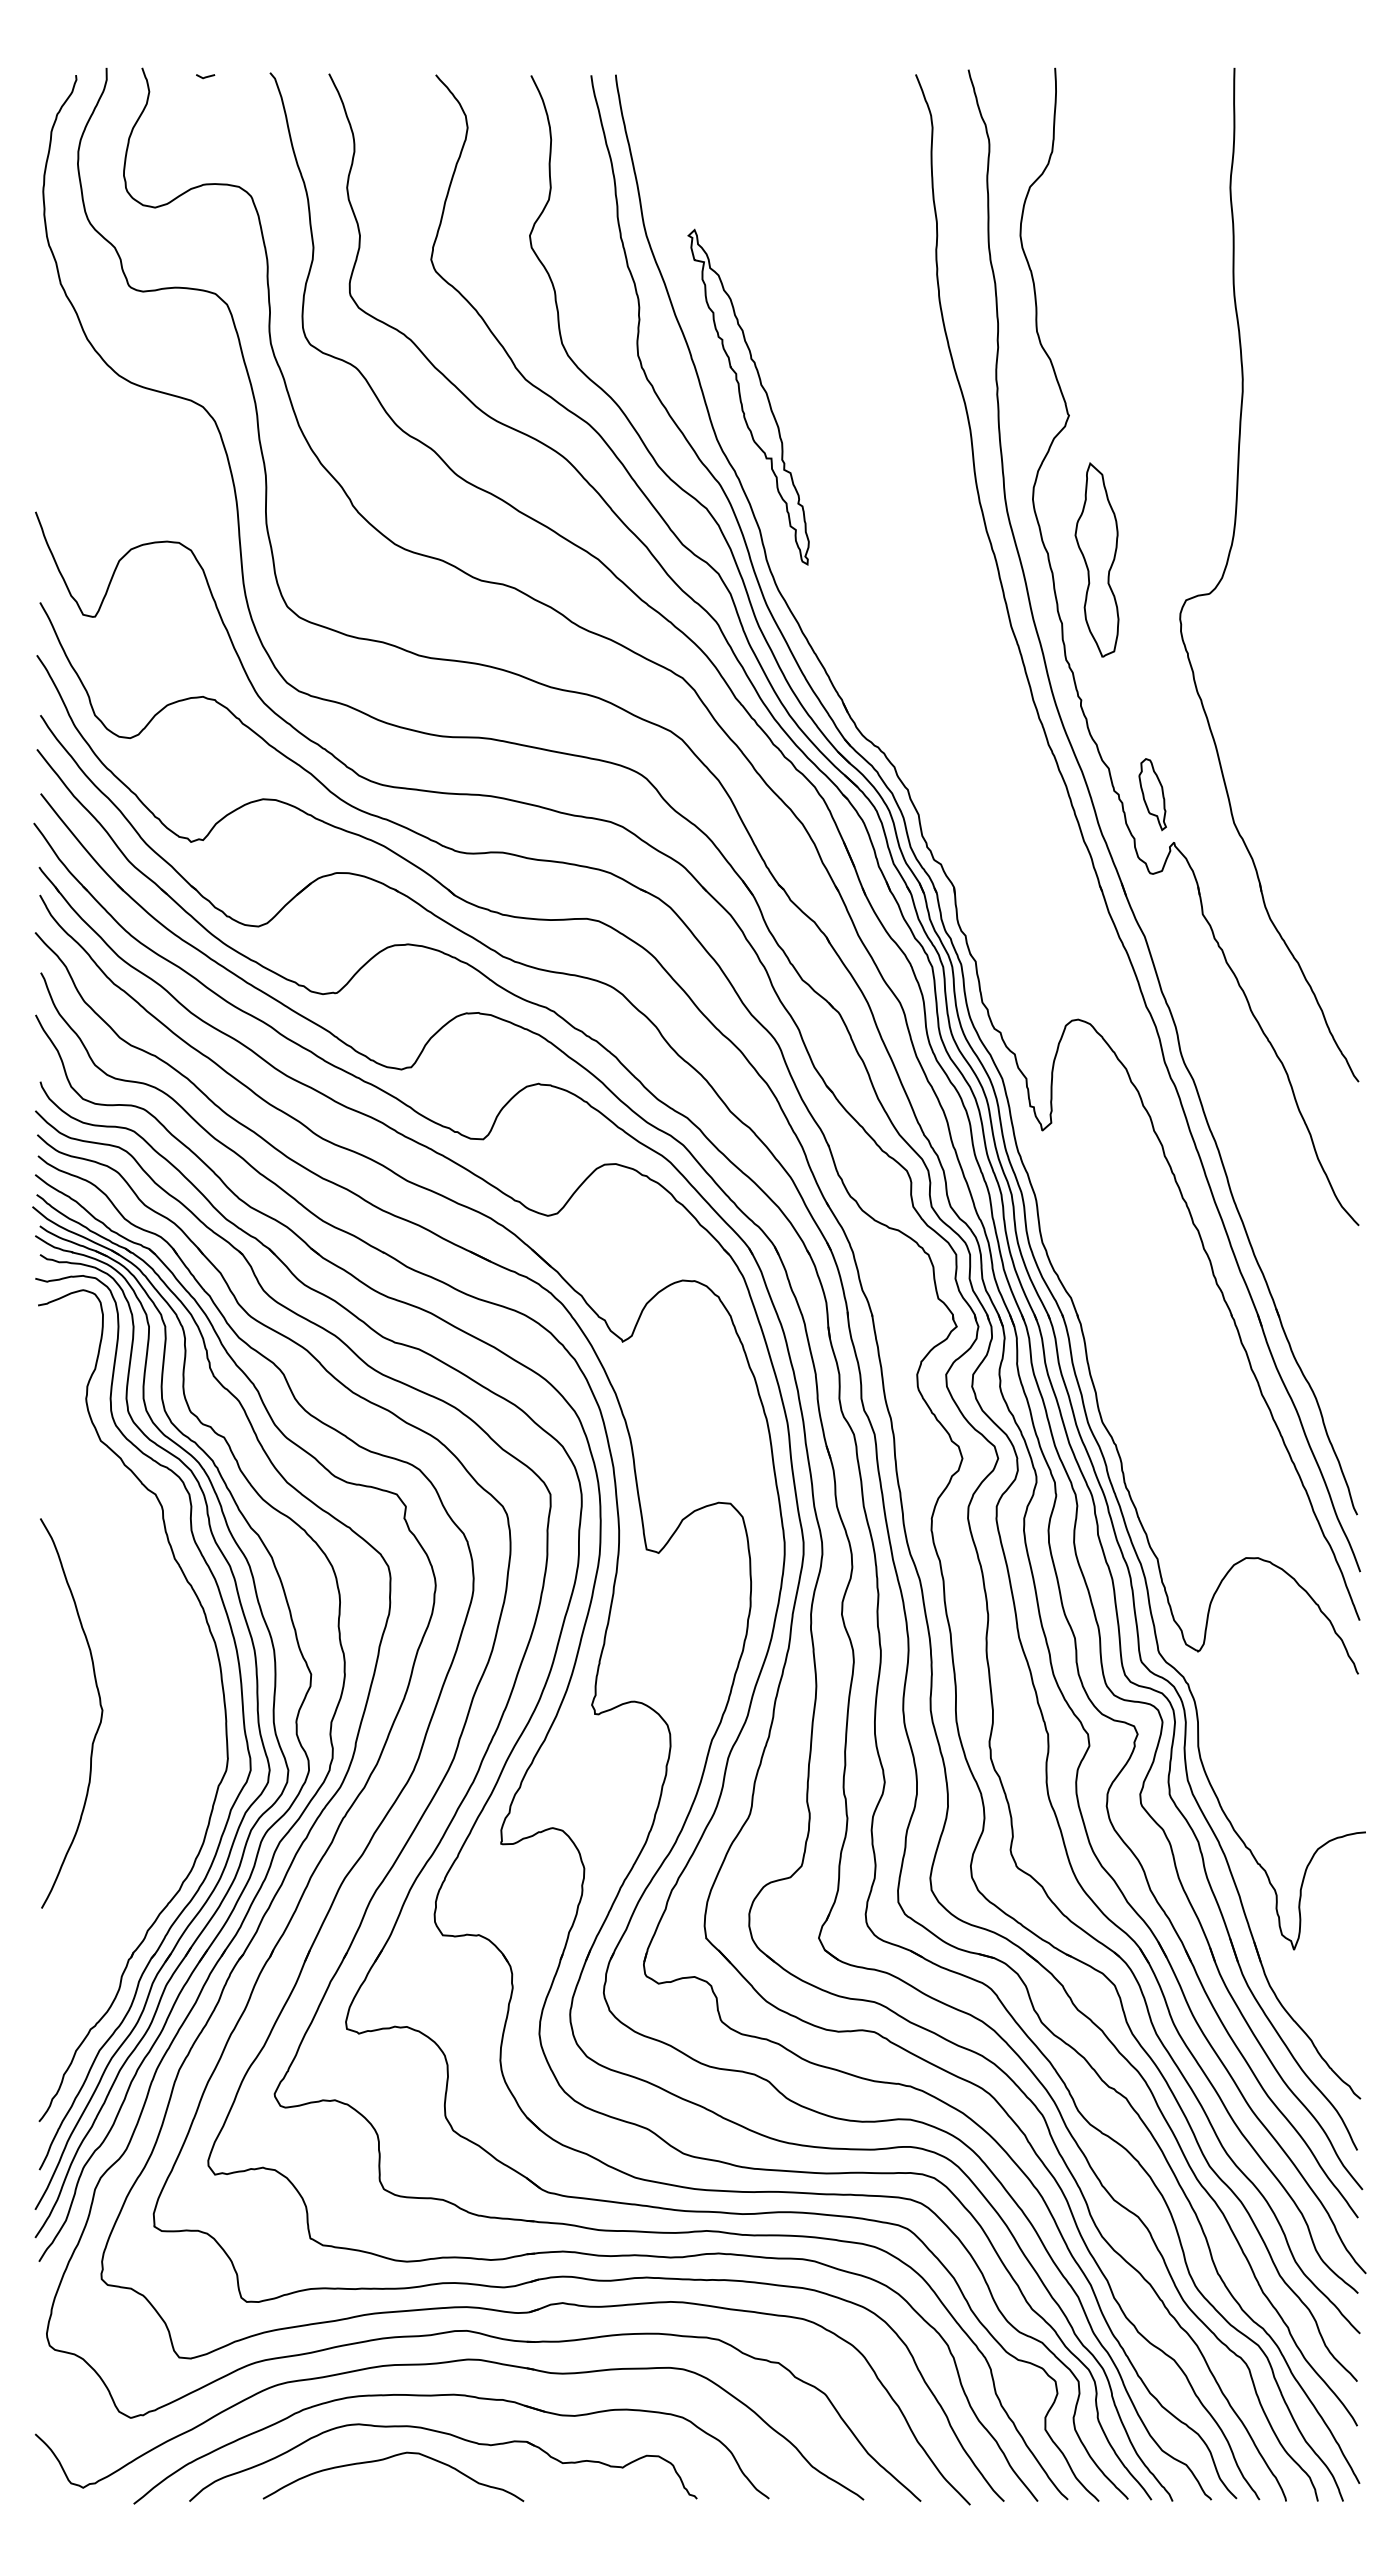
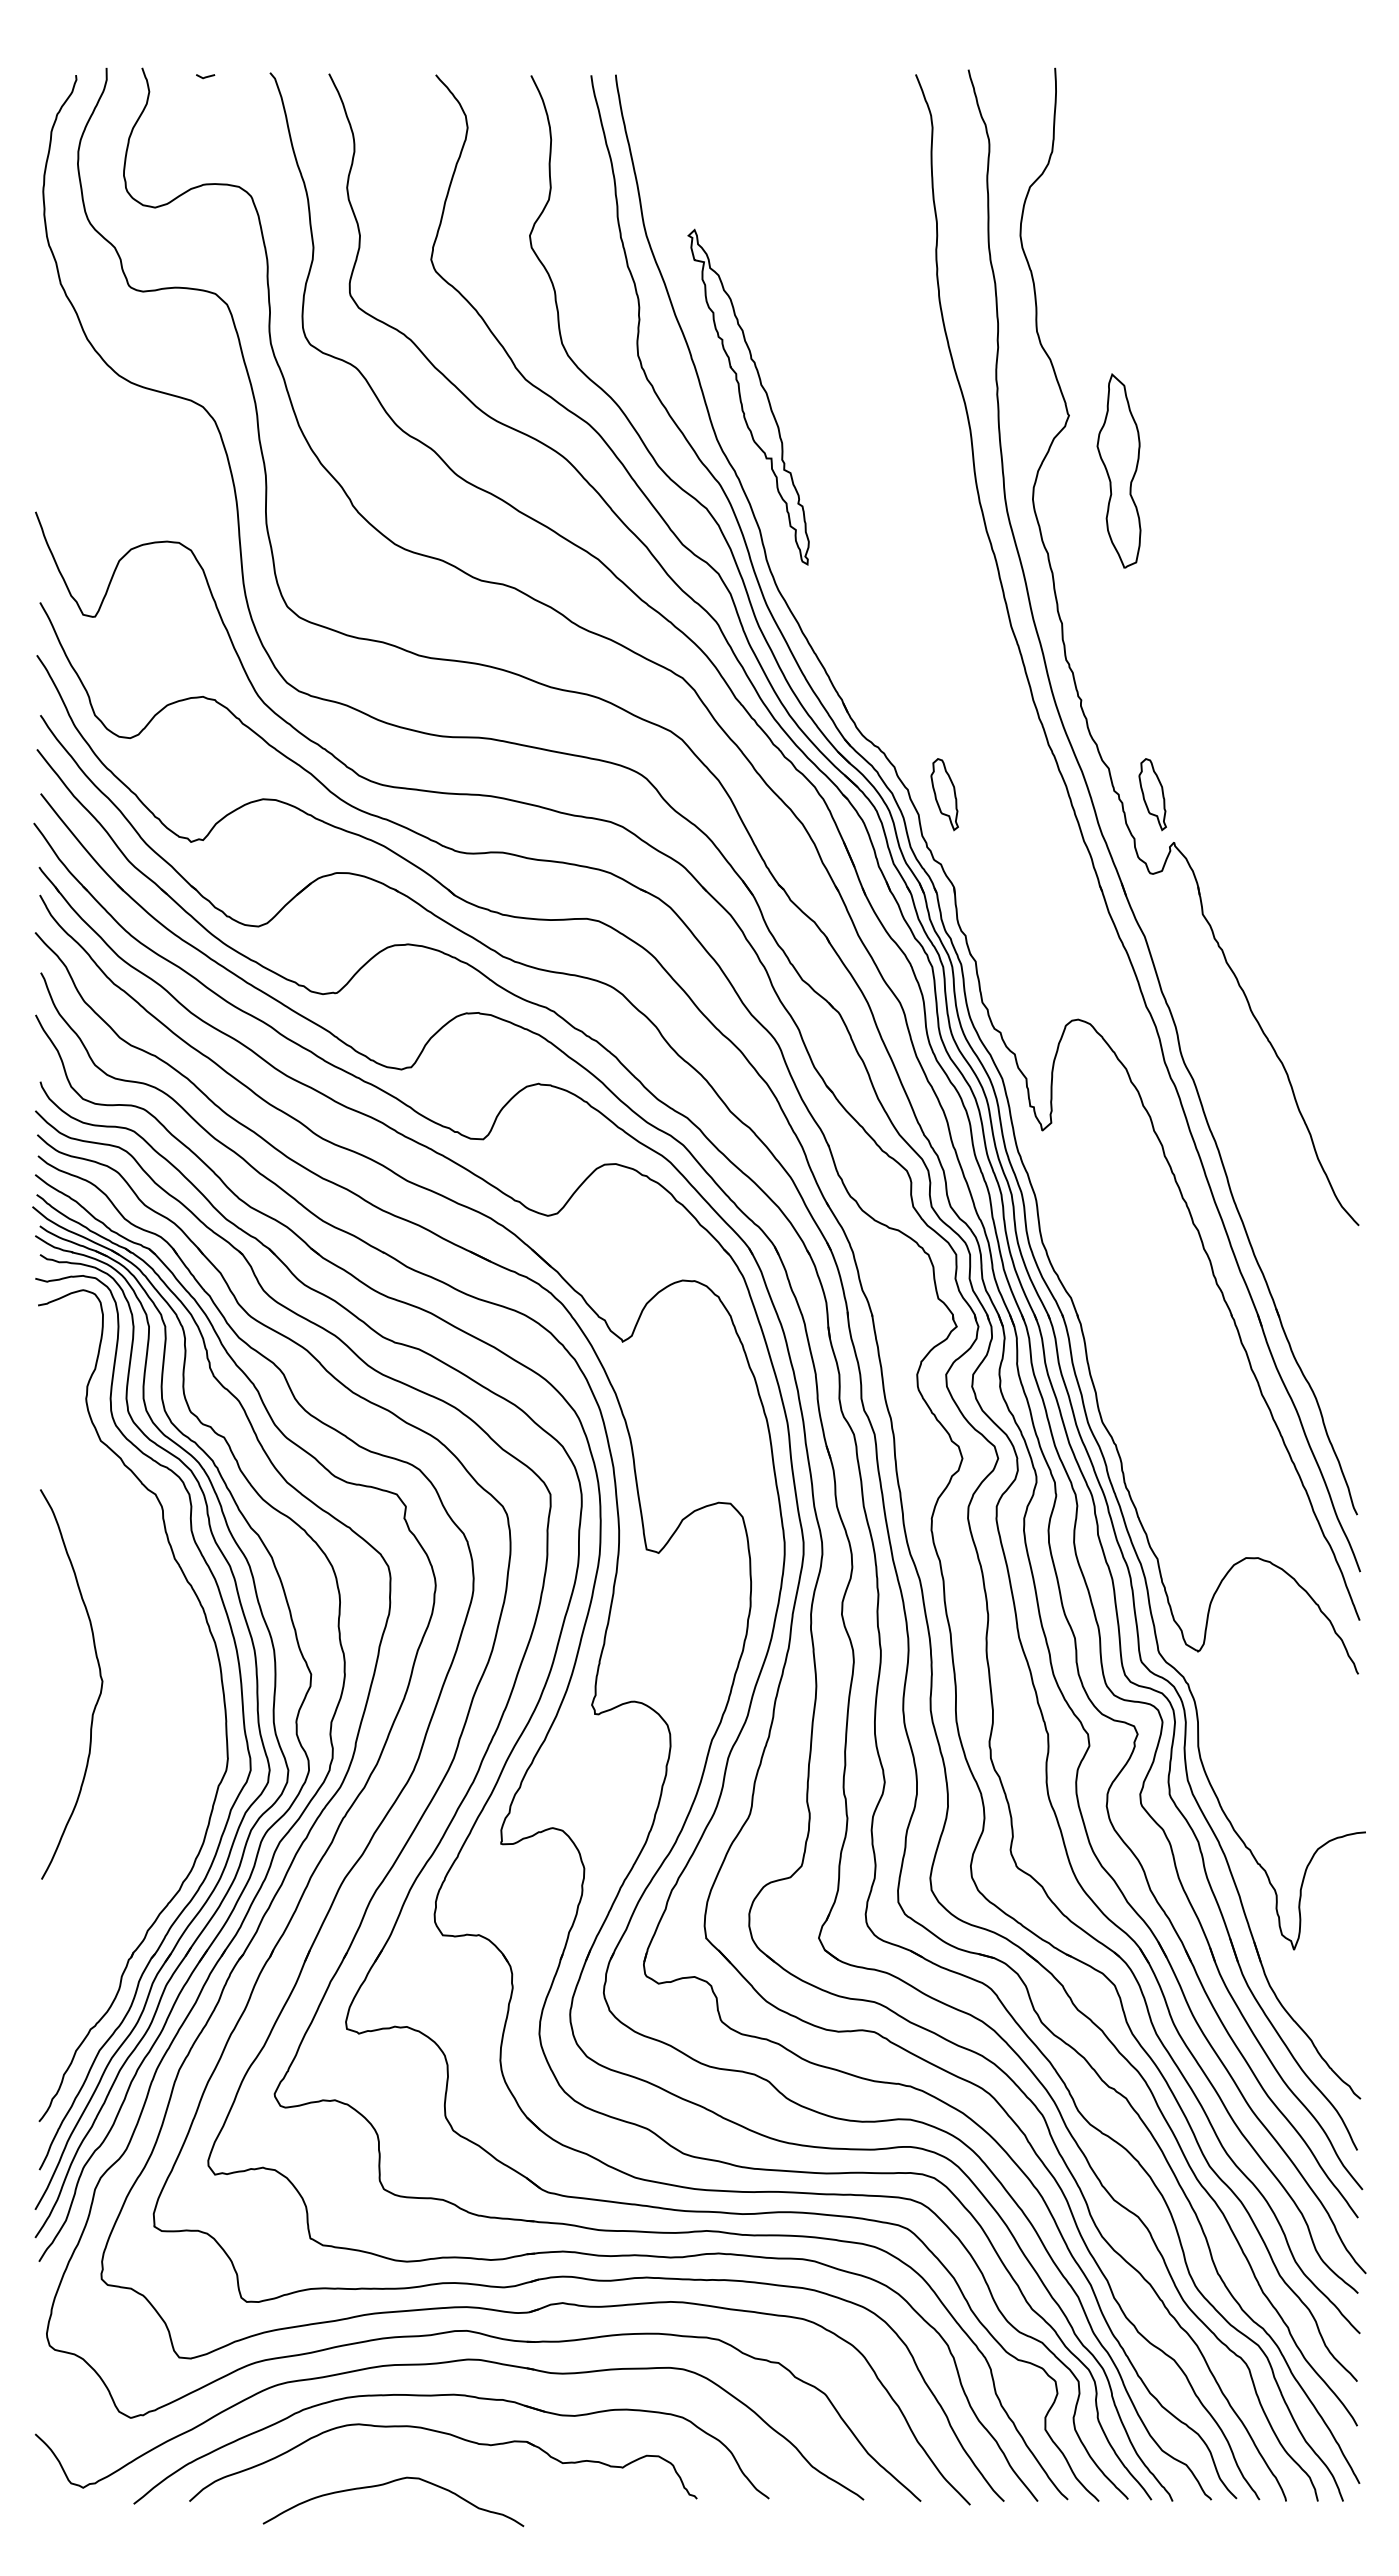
part at (1096, 559) position: (1096, 559) -> (1118, 470)
part at (1228, 562): present -> none
part at (944, 794): none -> present
curve at (99, 1705) position: (99, 1705) -> (99, 1676)
curve at (387, 2459) position: (387, 2459) -> (387, 2484)
